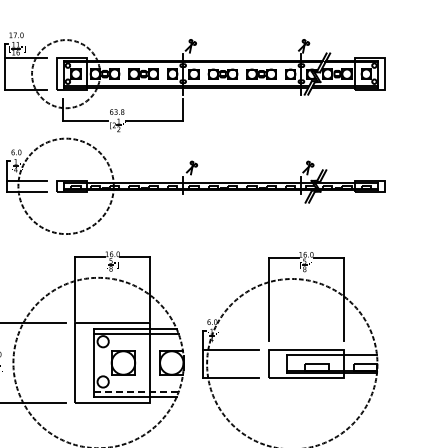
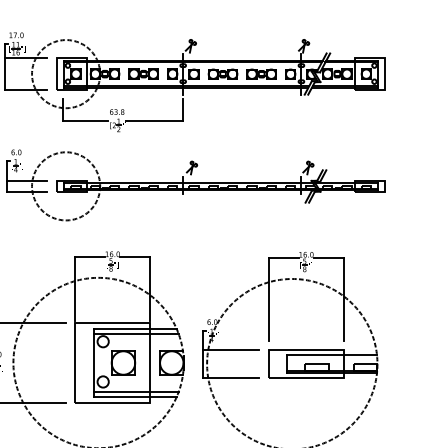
circle at (65, 186) diameter: 95 px -> 68 px
line at (136, 392): dashed -> solid
